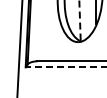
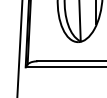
line at (80, 20): dashed -> solid
line at (65, 67): dashed -> solid
